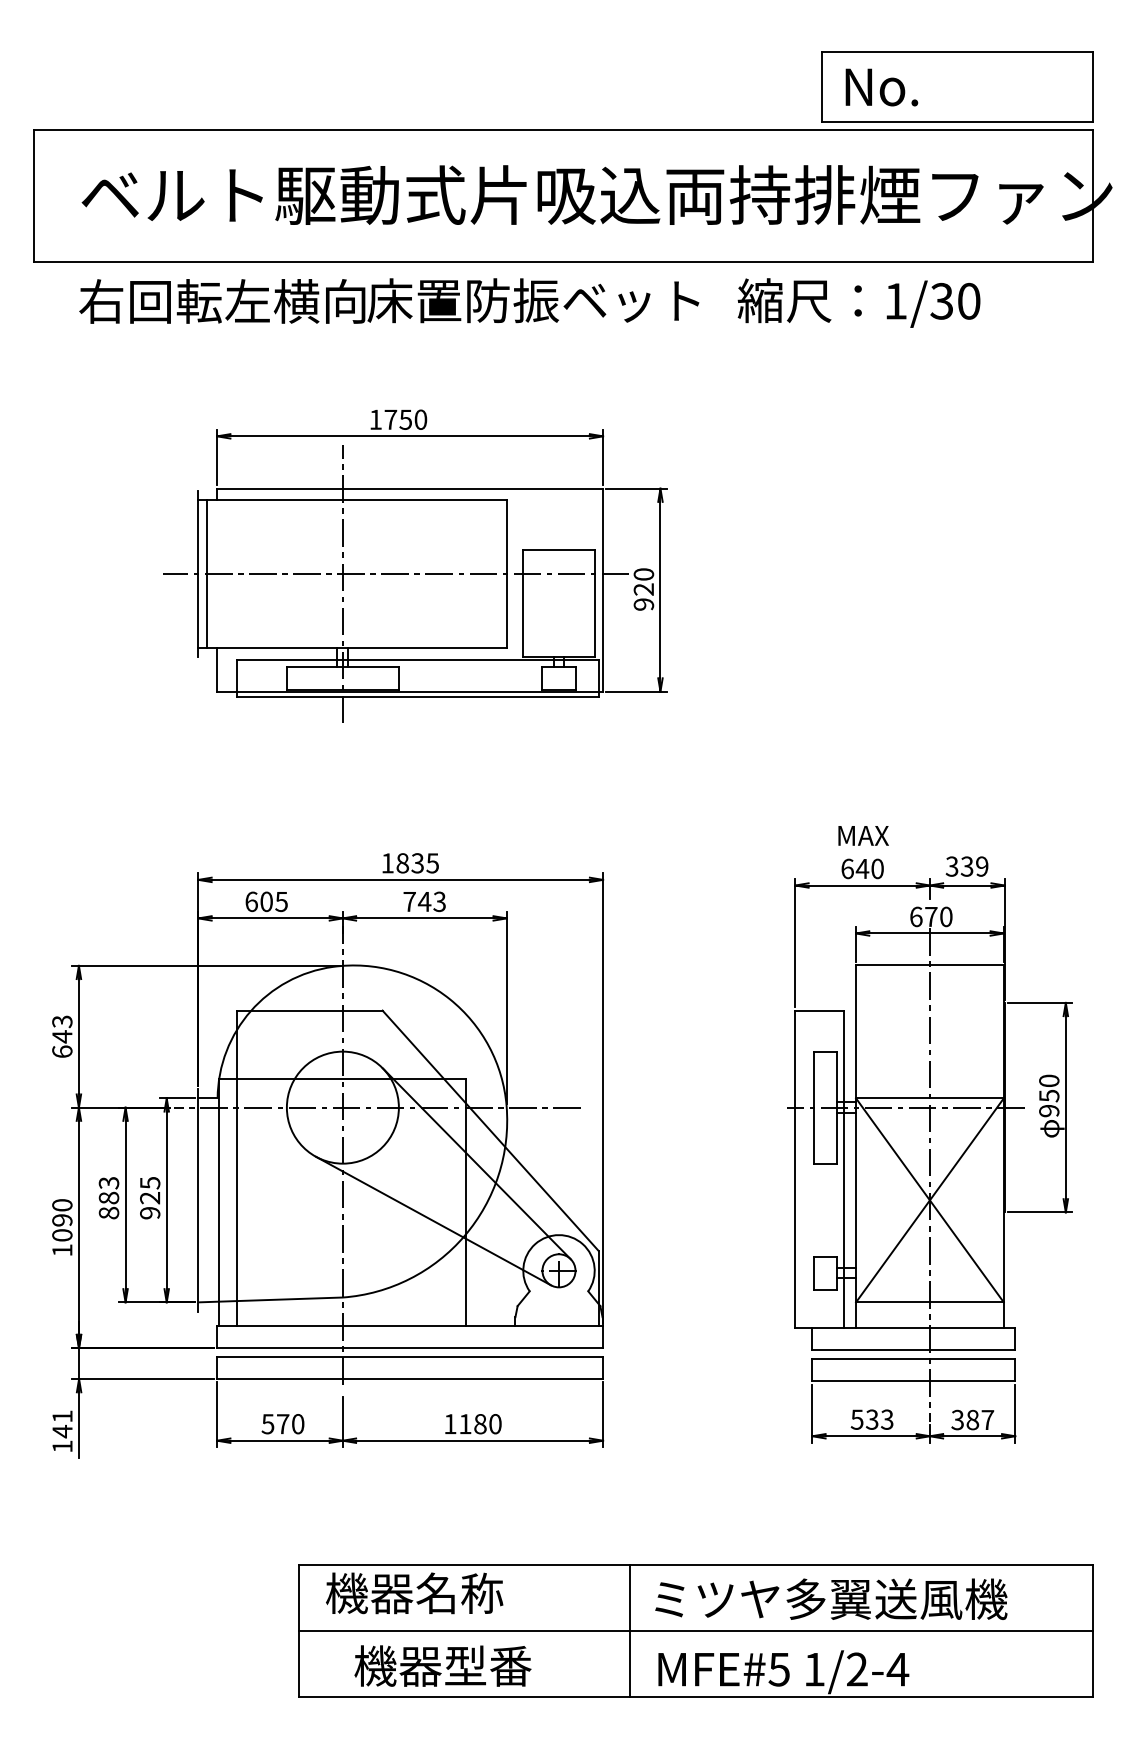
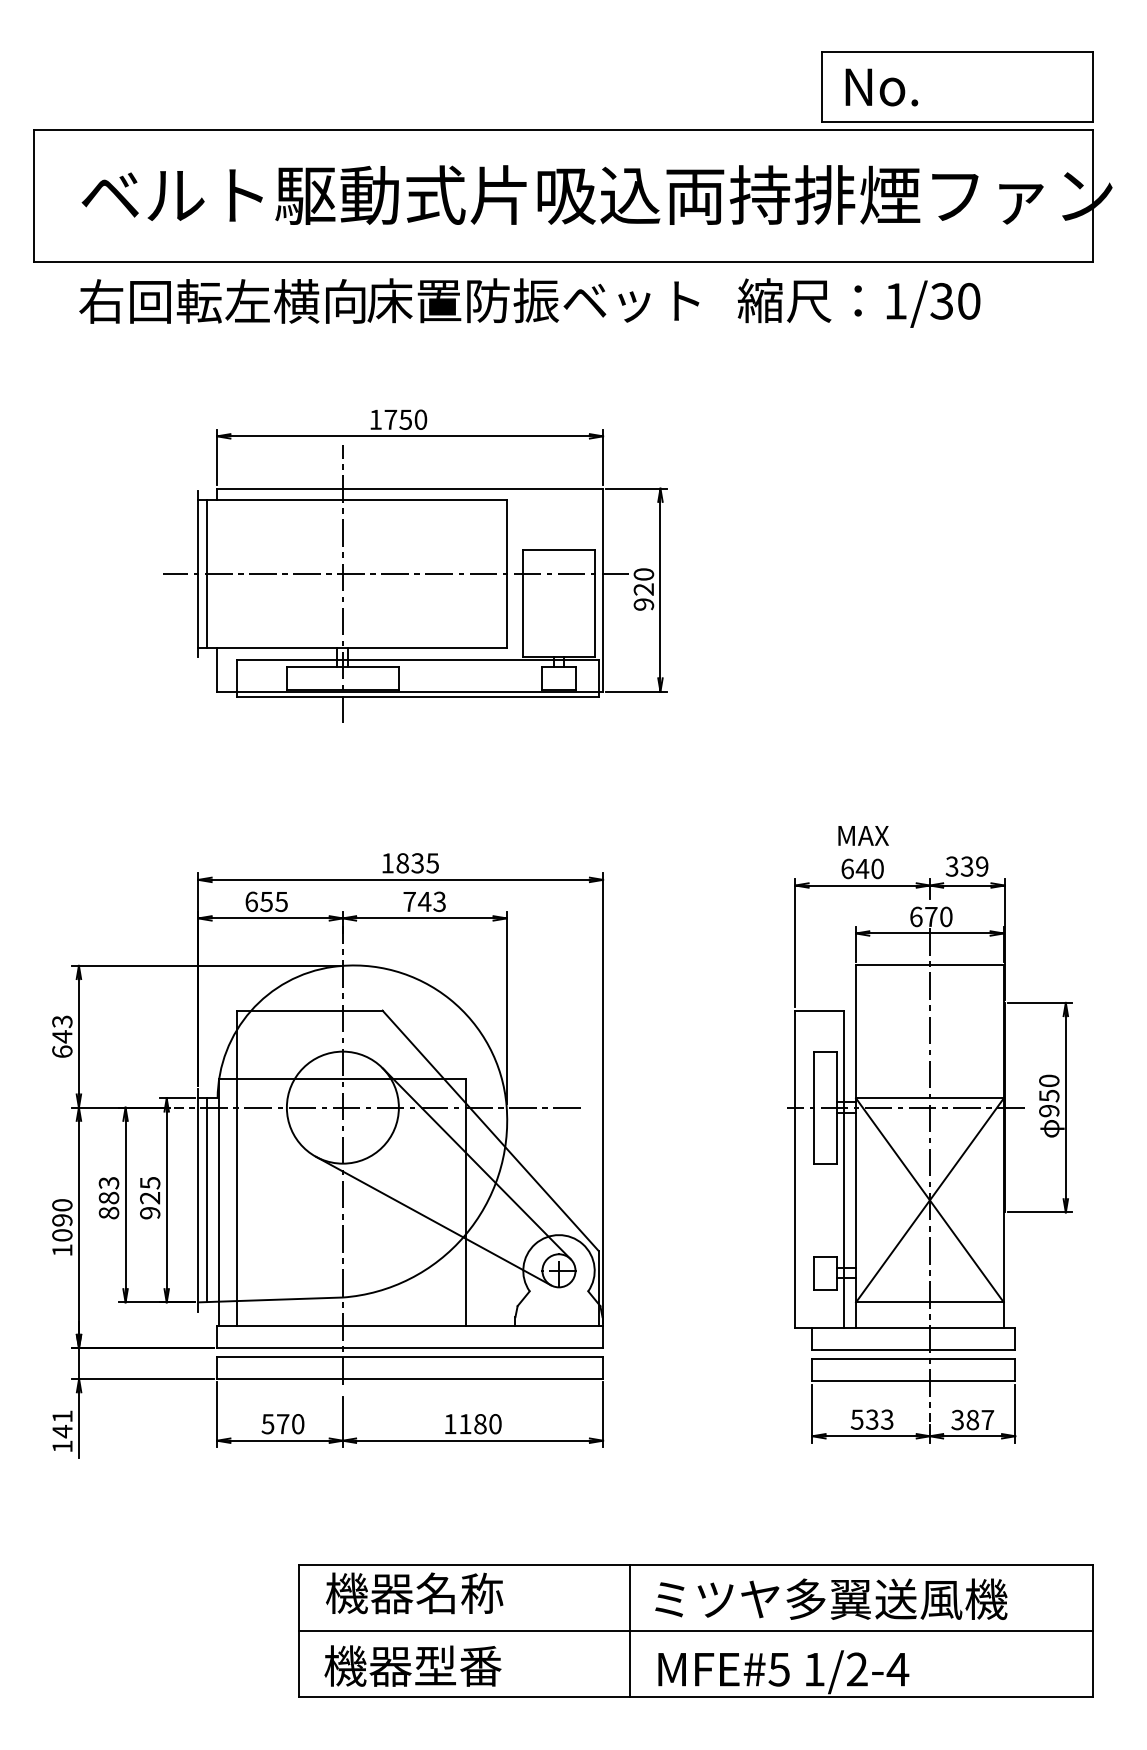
text at (266, 901): 605 -> 655
line at (207, 1200): none -> present
text at (442, 1665) position: (442, 1665) -> (412, 1665)
